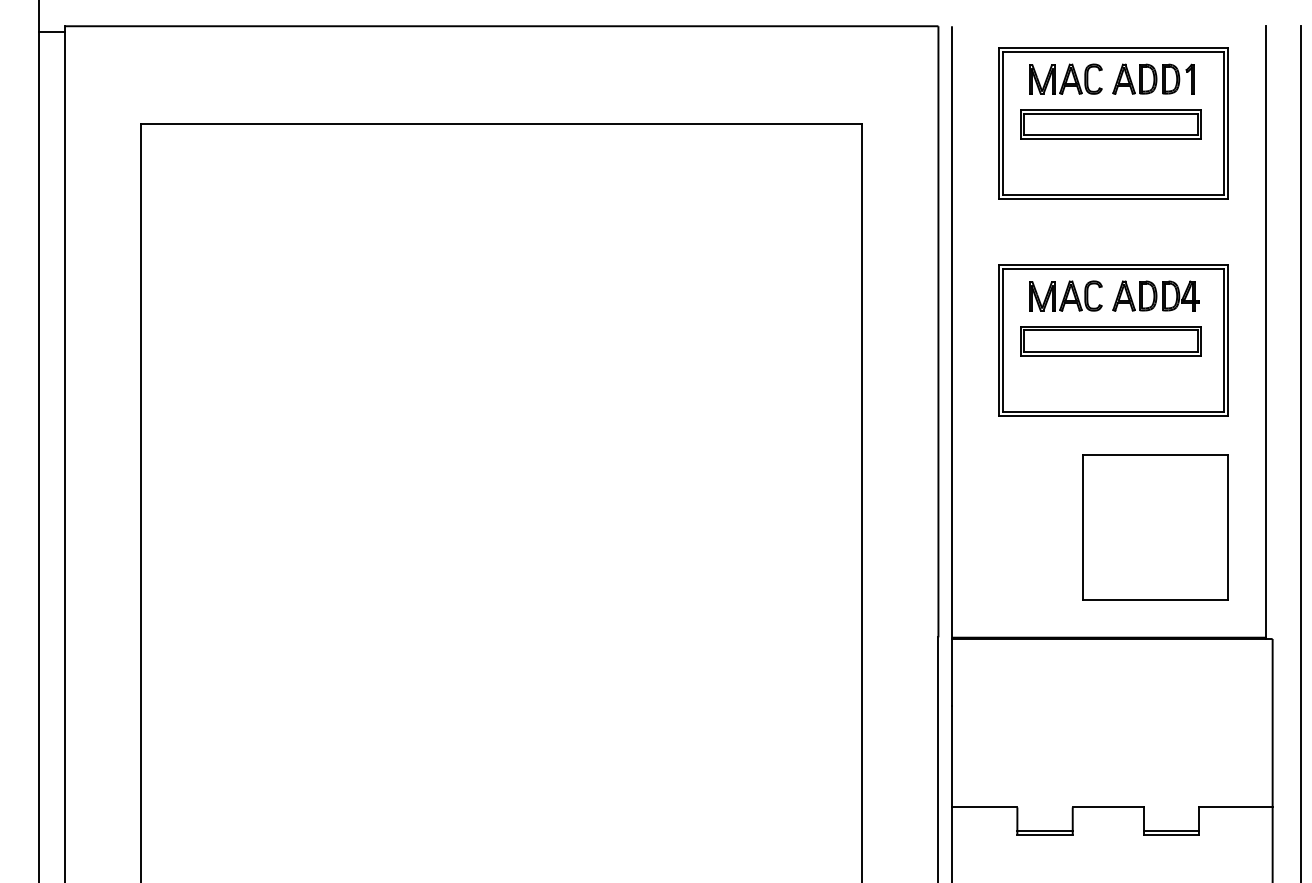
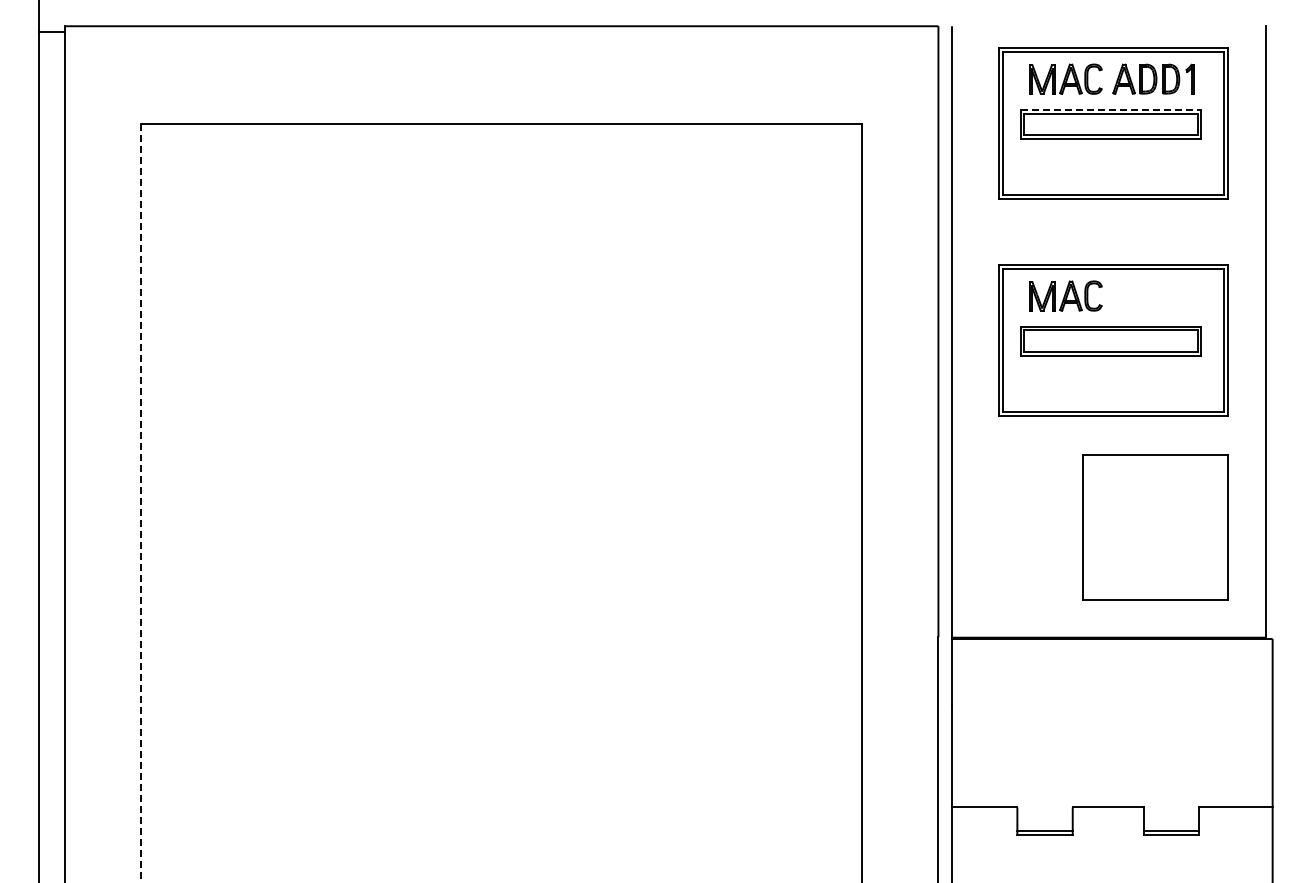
line at (1111, 109): solid -> dashed
part at (1155, 295): present -> none
line at (1300, 452): present -> none
line at (140, 502): solid -> dashed
